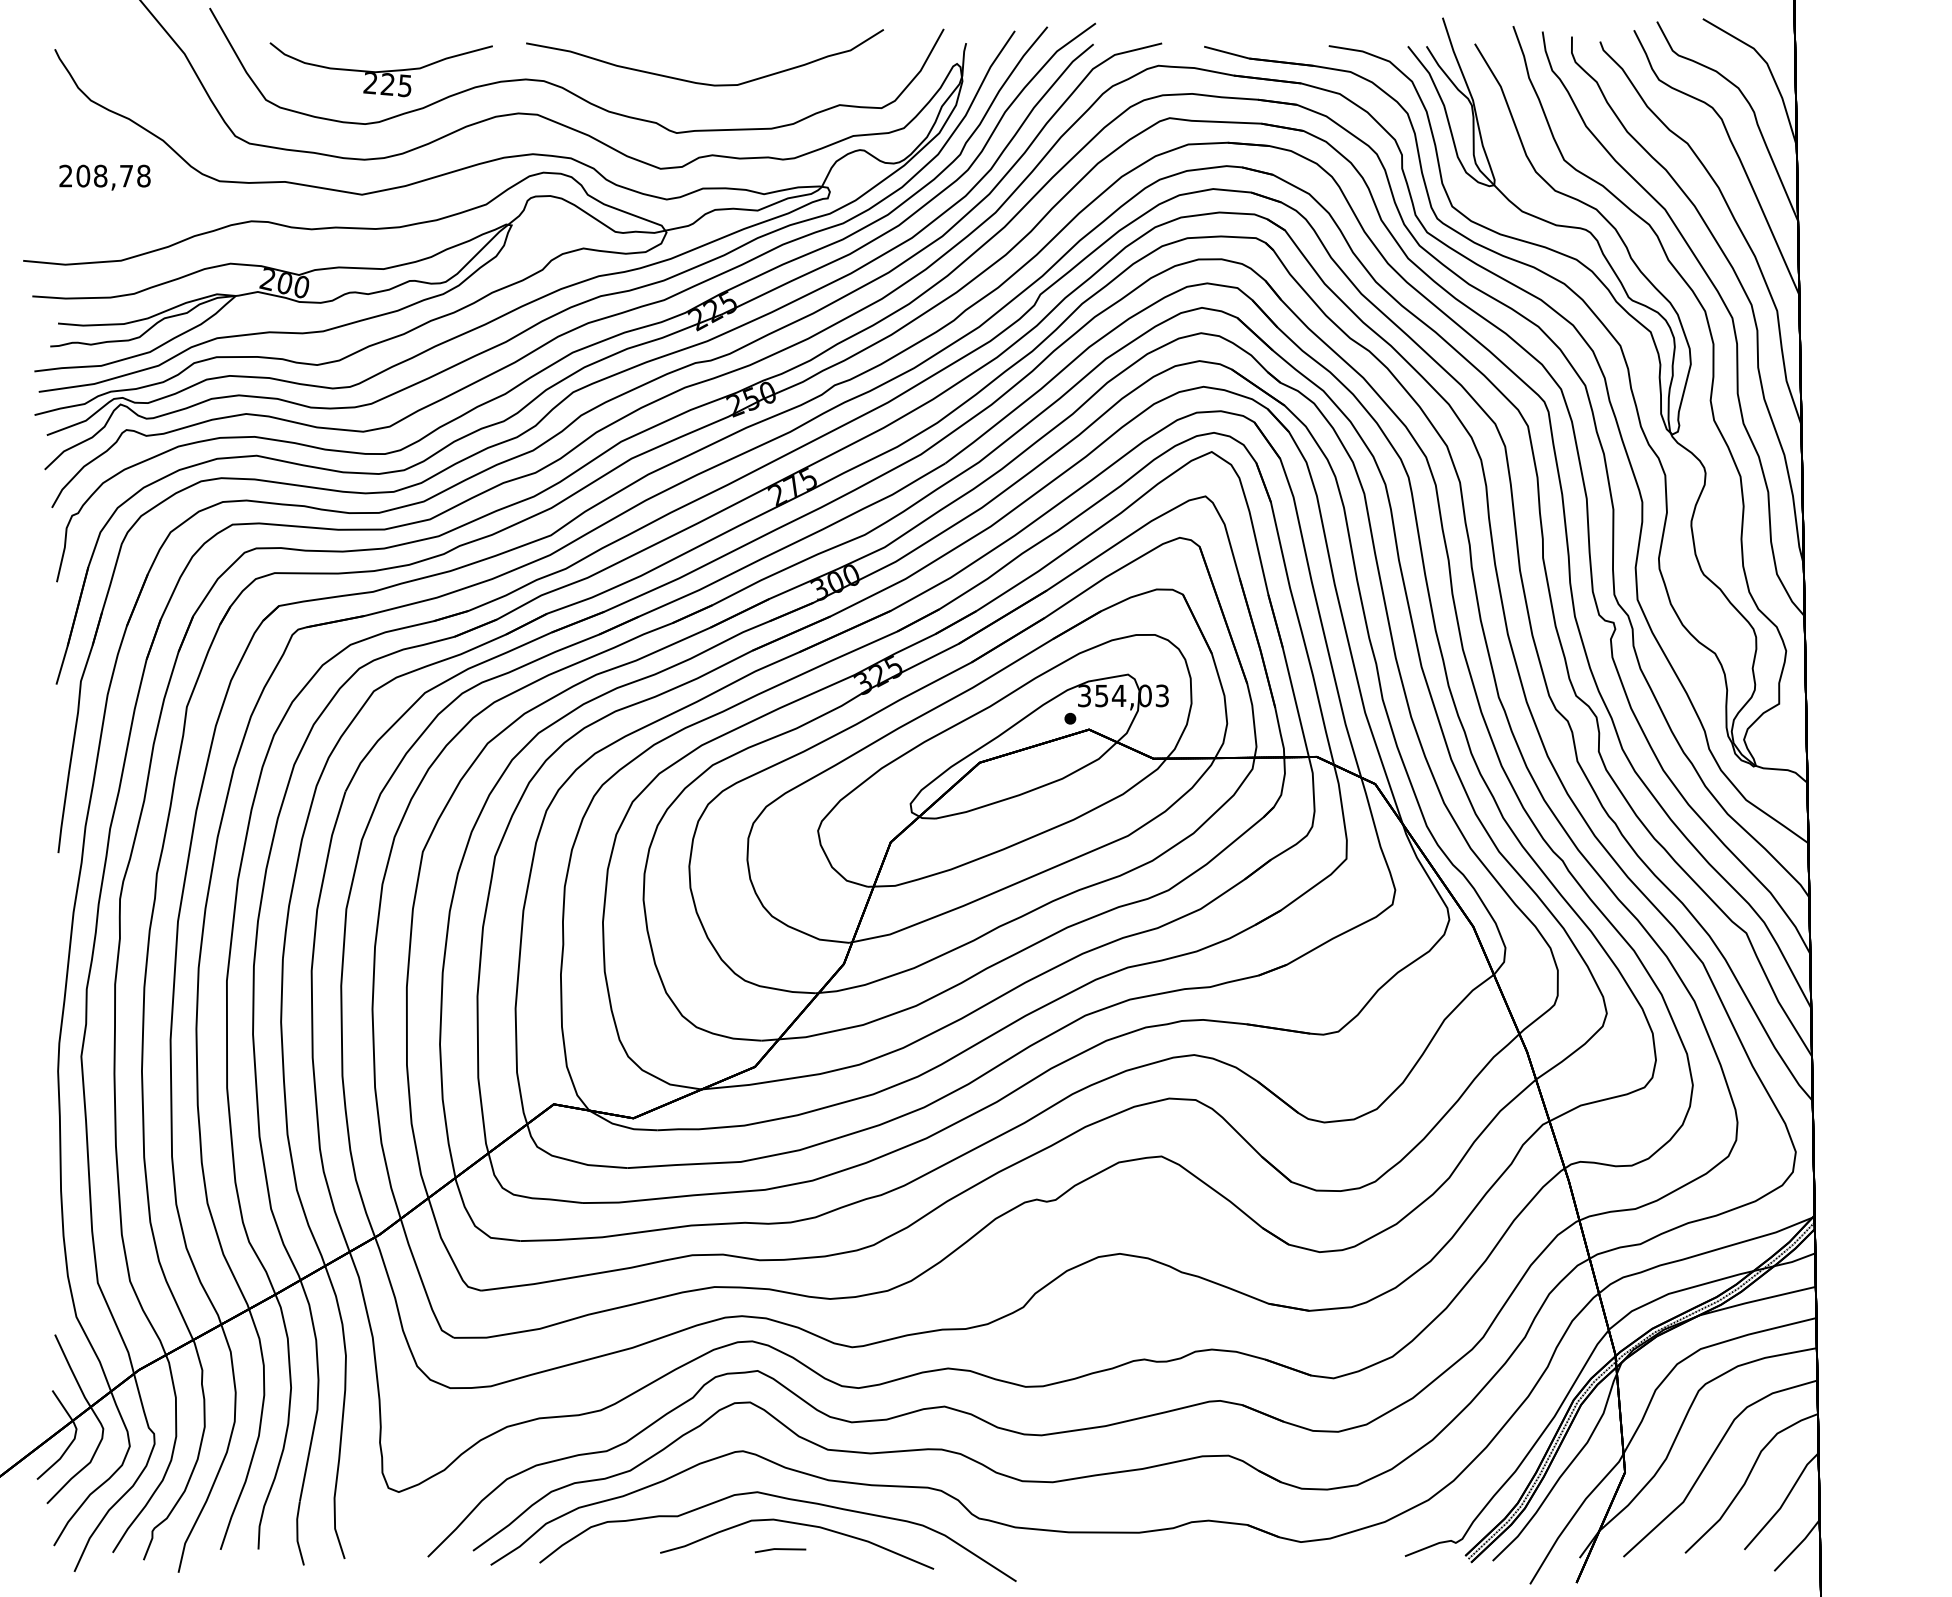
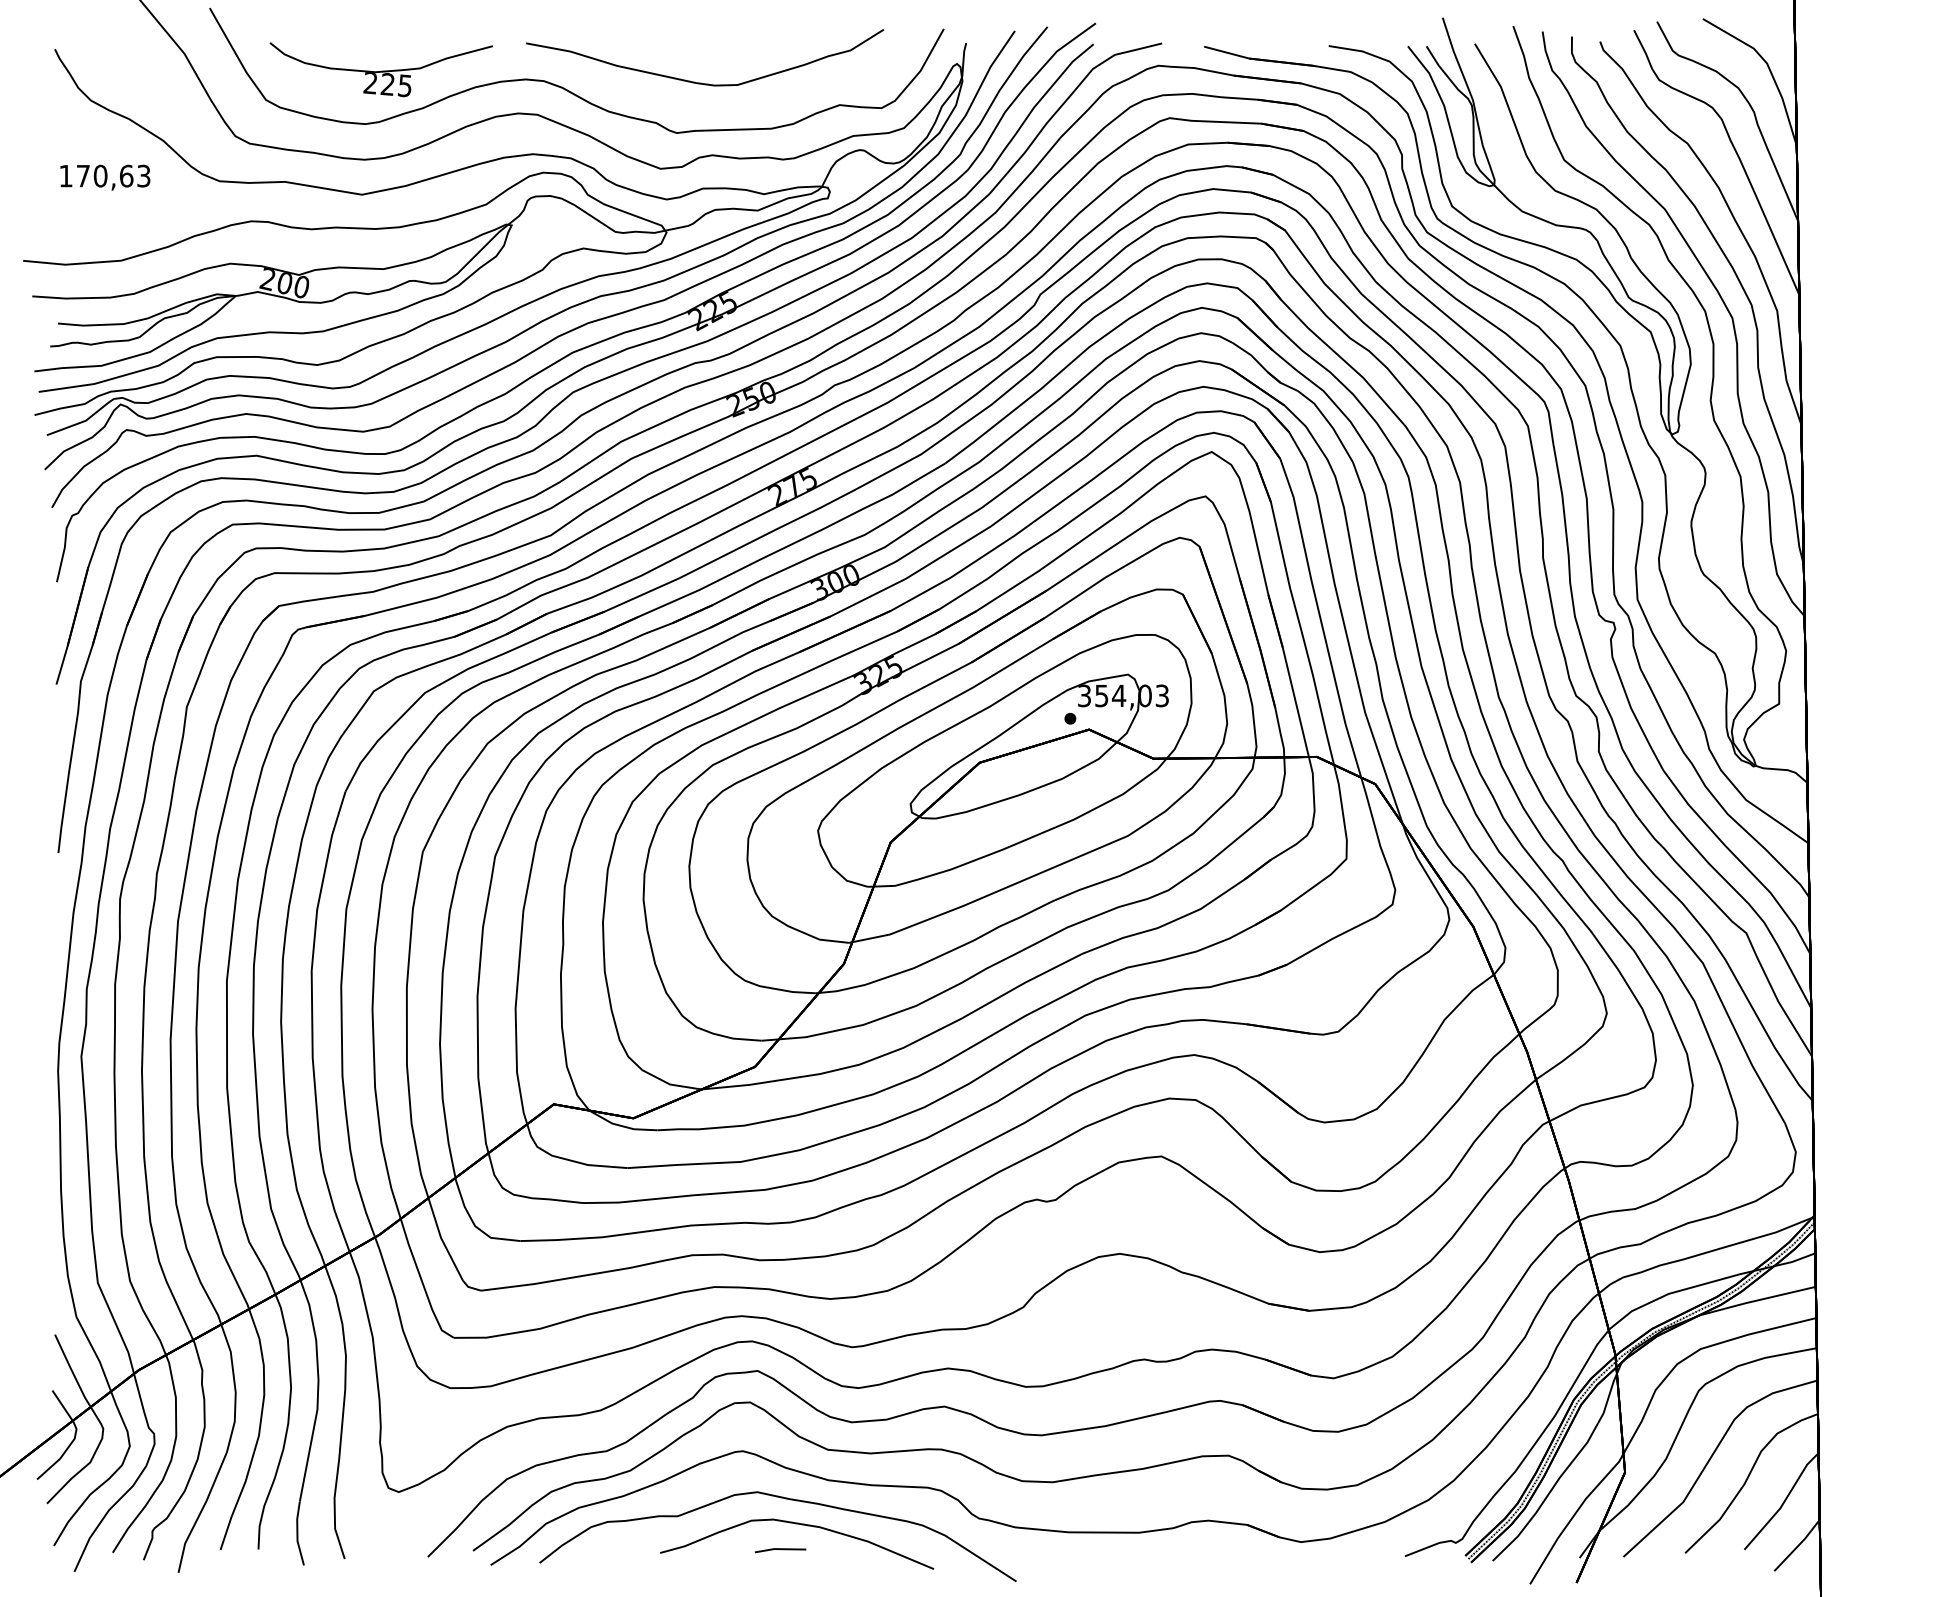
text at (104, 175): 208,78 -> 170,63
